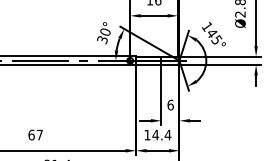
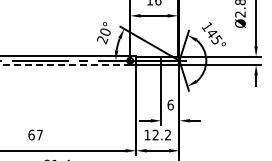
text at (102, 40): 30° -> 20°
line at (65, 65): solid -> dashed
text at (161, 134): 14.4 -> 12.2
